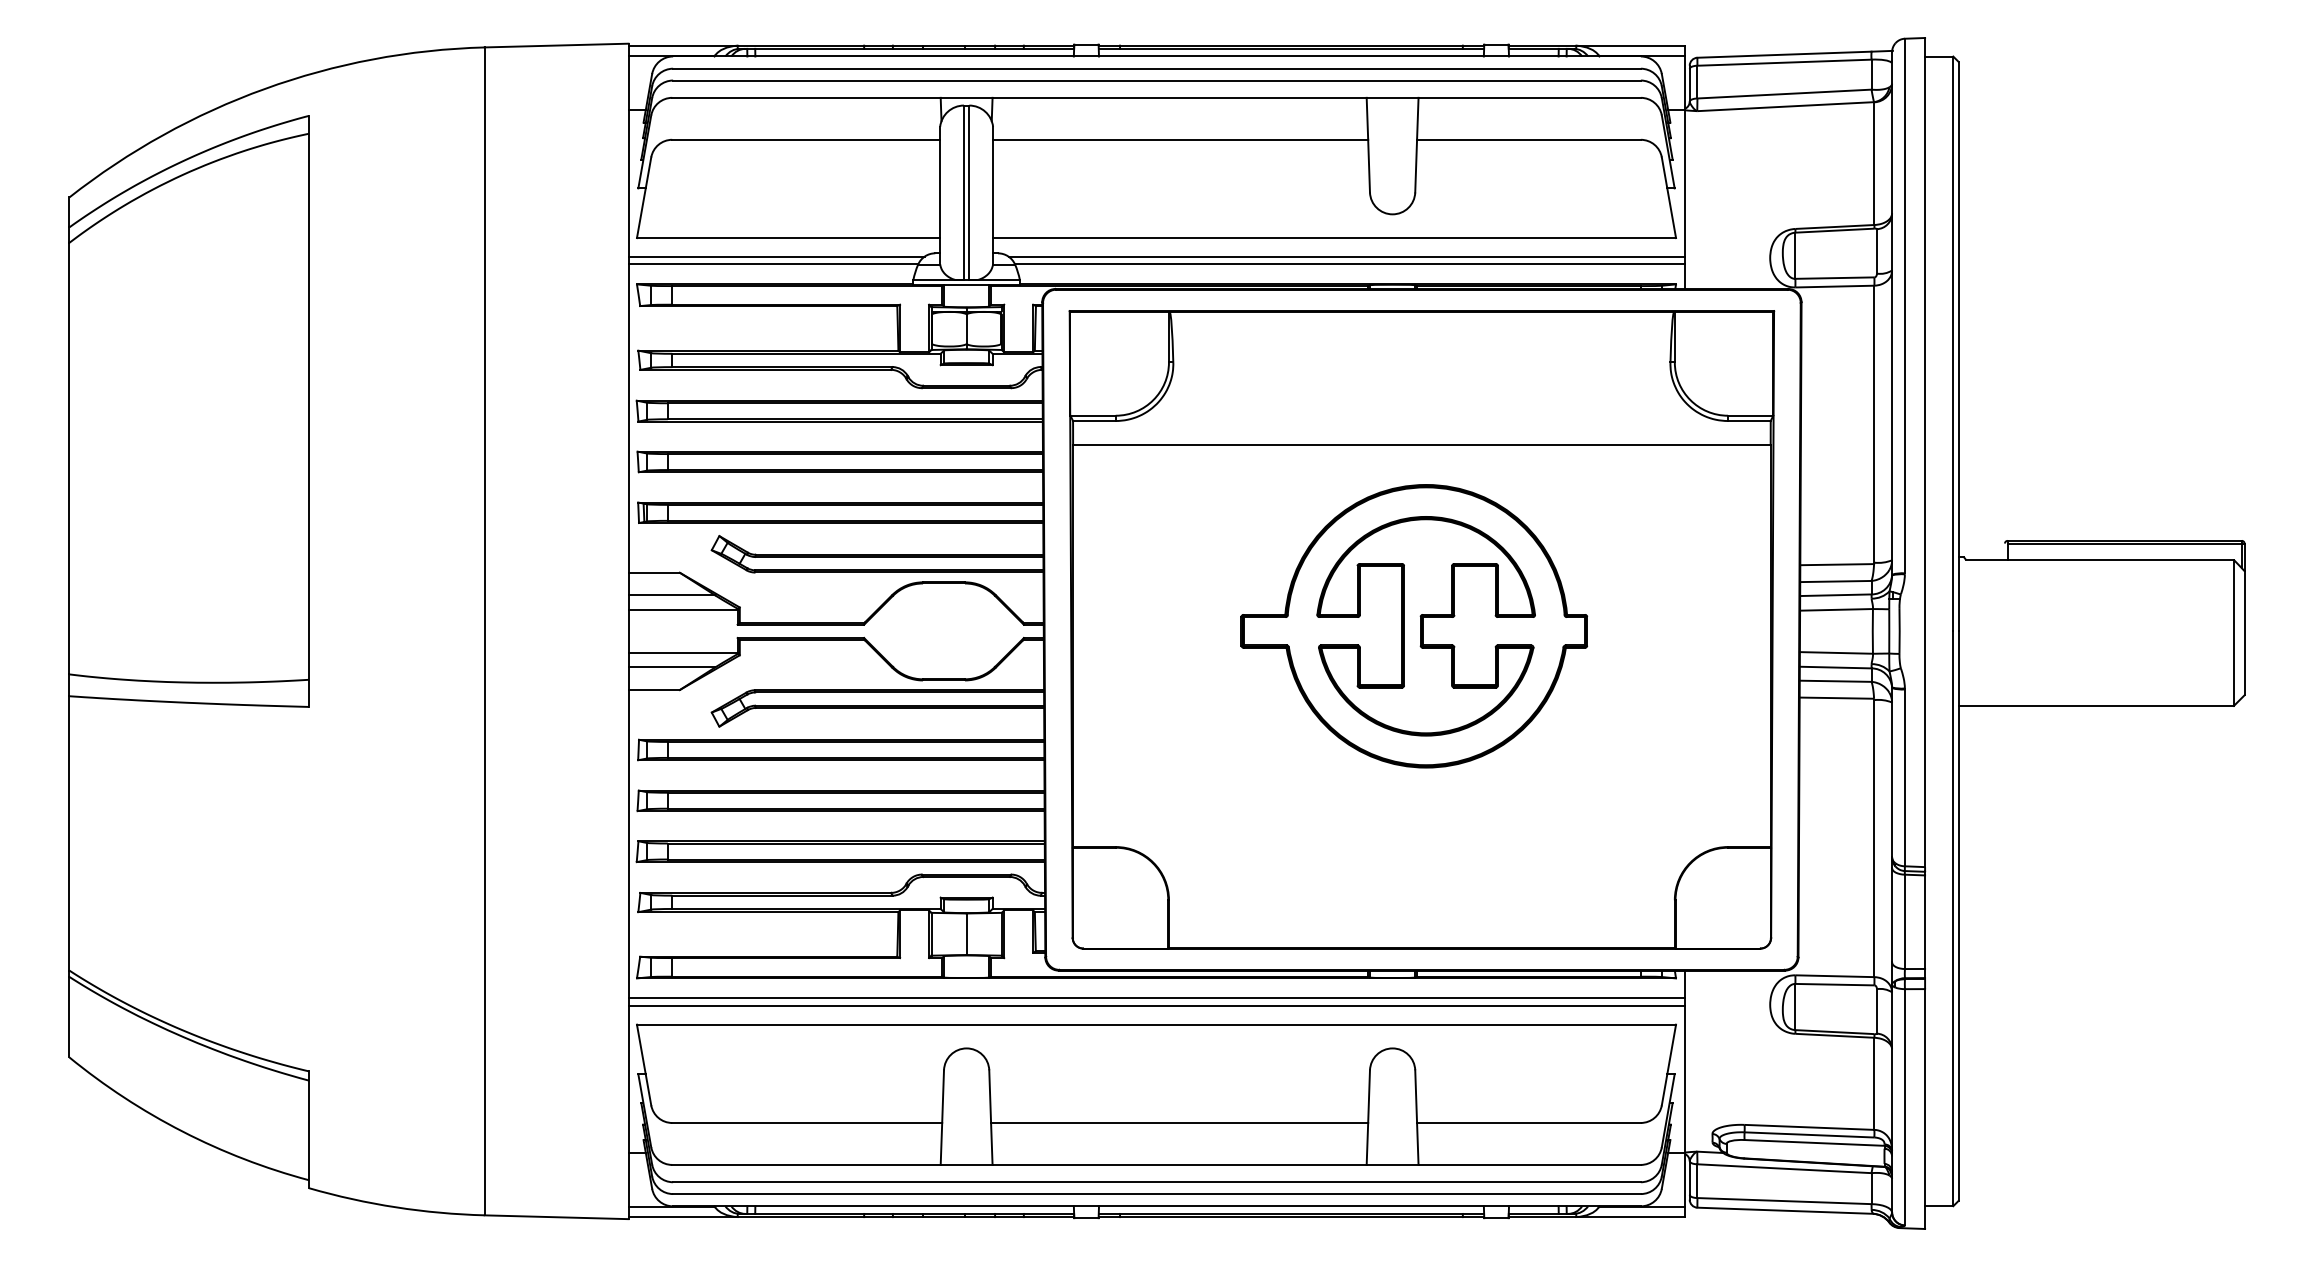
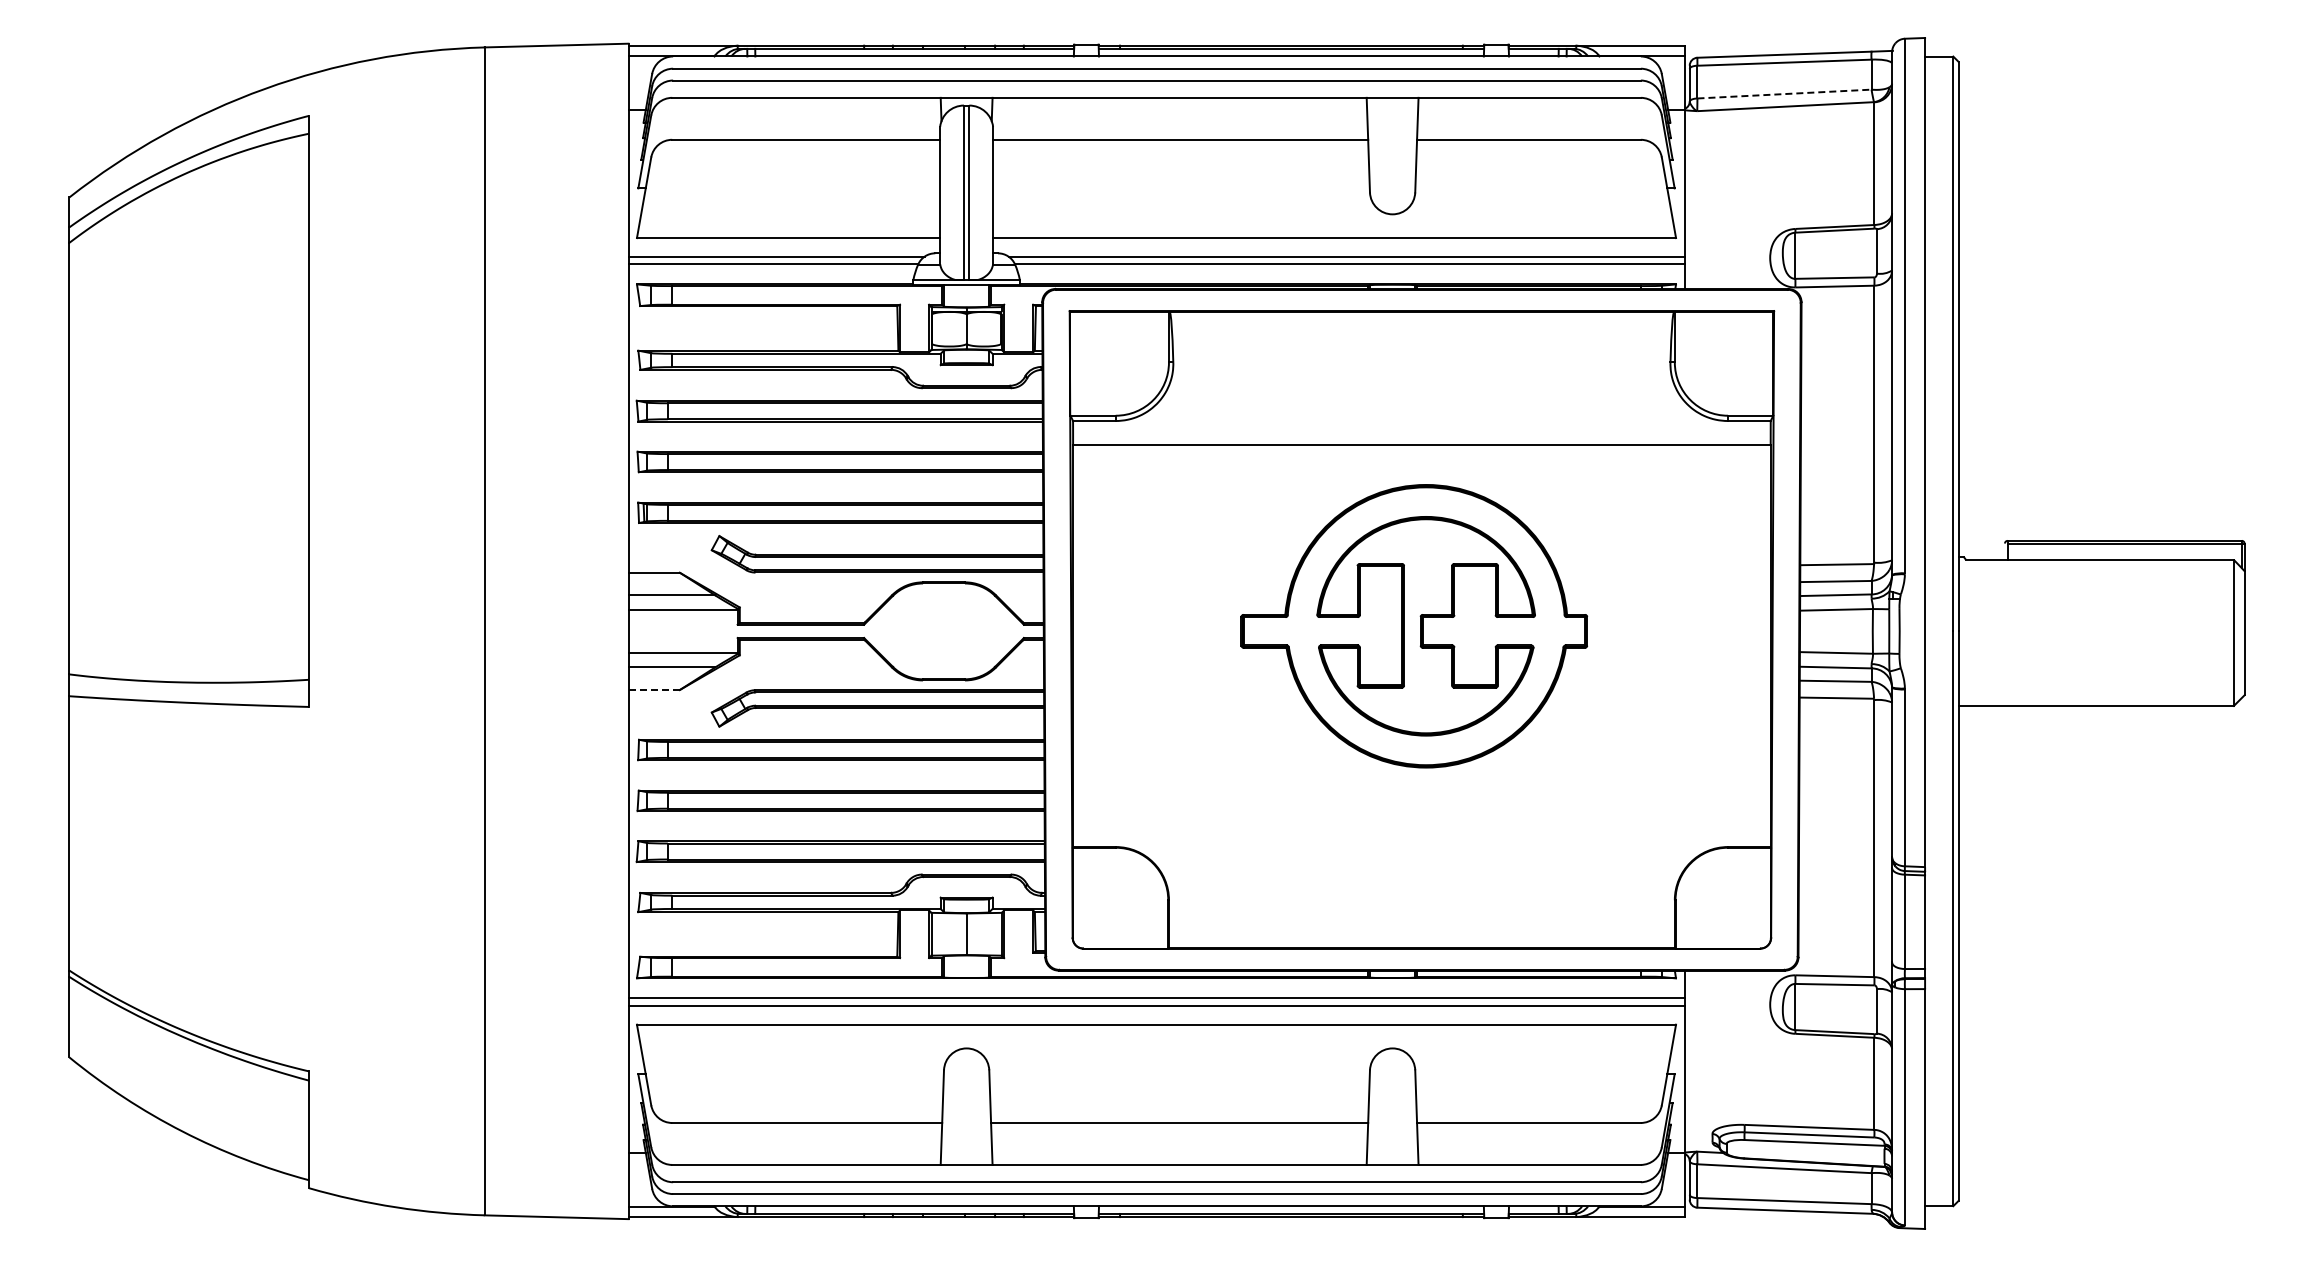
line at (1784, 94): solid -> dashed
line at (654, 690): solid -> dashed
